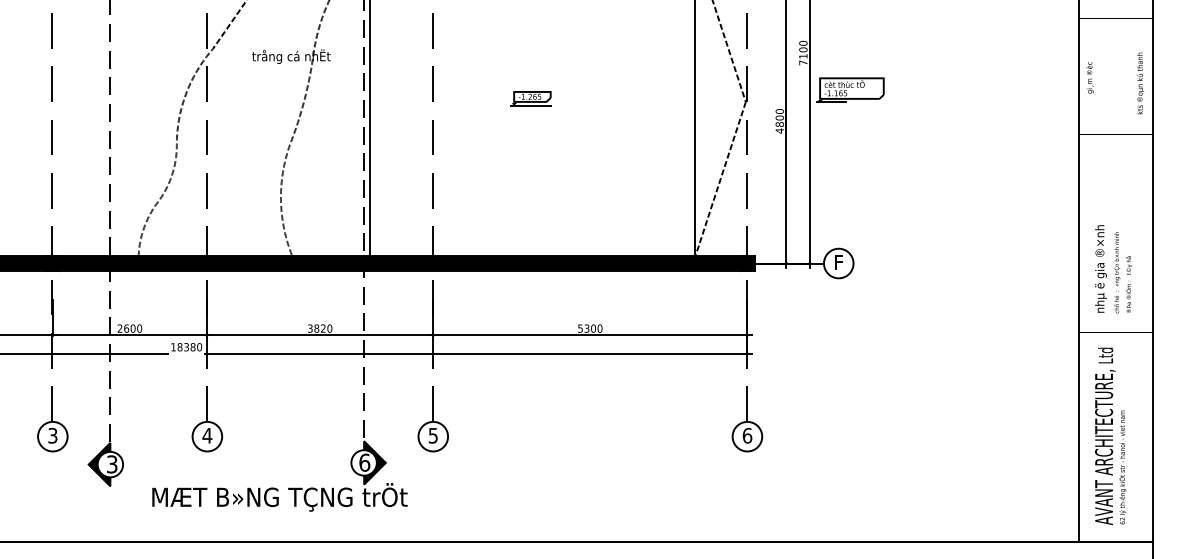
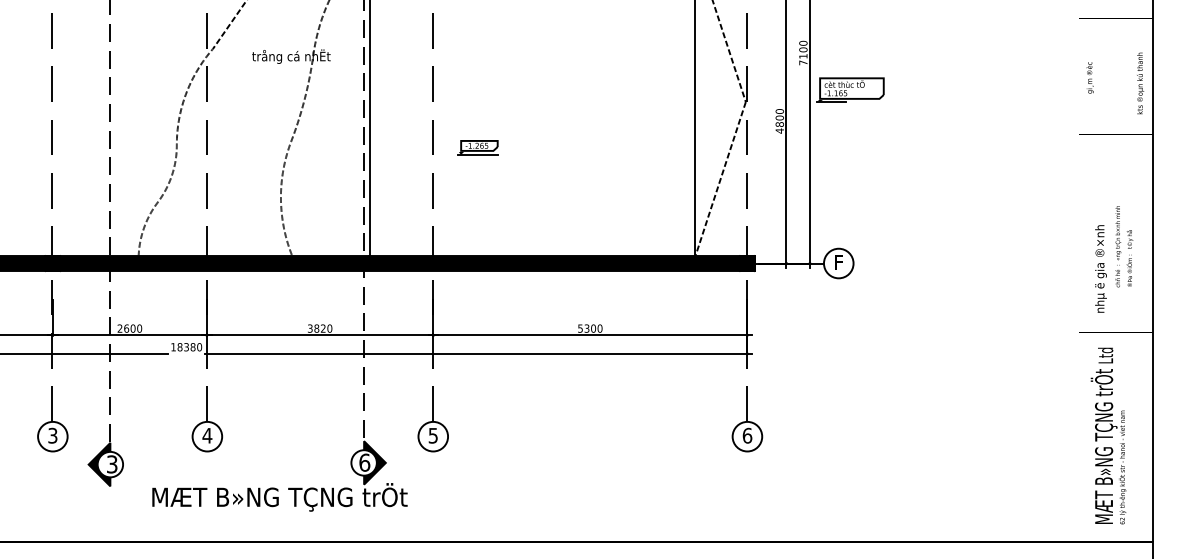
part at (530, 98) position: (530, 98) -> (477, 147)
line at (1079, 272): present -> none
text at (1123, 272) position: (1123, 272) -> (1124, 246)
text at (1103, 447): AVANT ARCHITECTURE, -> MÆT B»NG TÇNG trÖt
